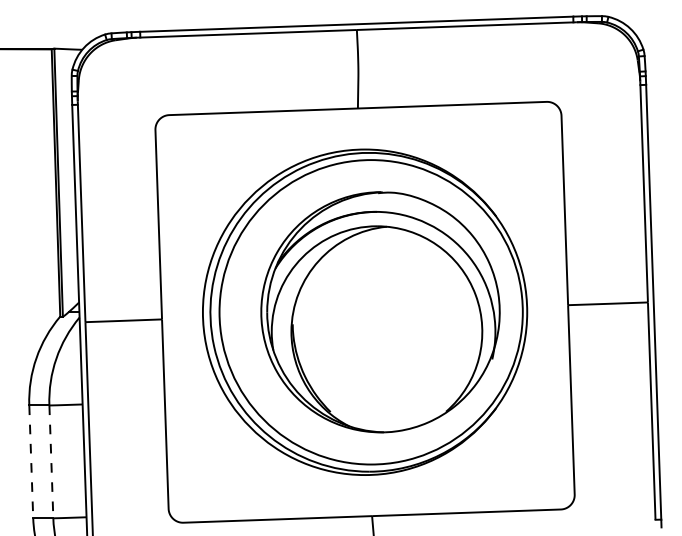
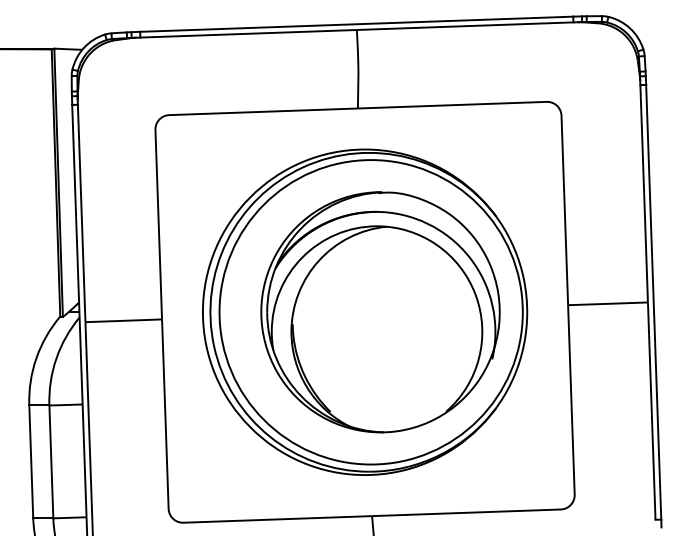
line at (31, 462): dashed -> solid
line at (51, 462): dashed -> solid
